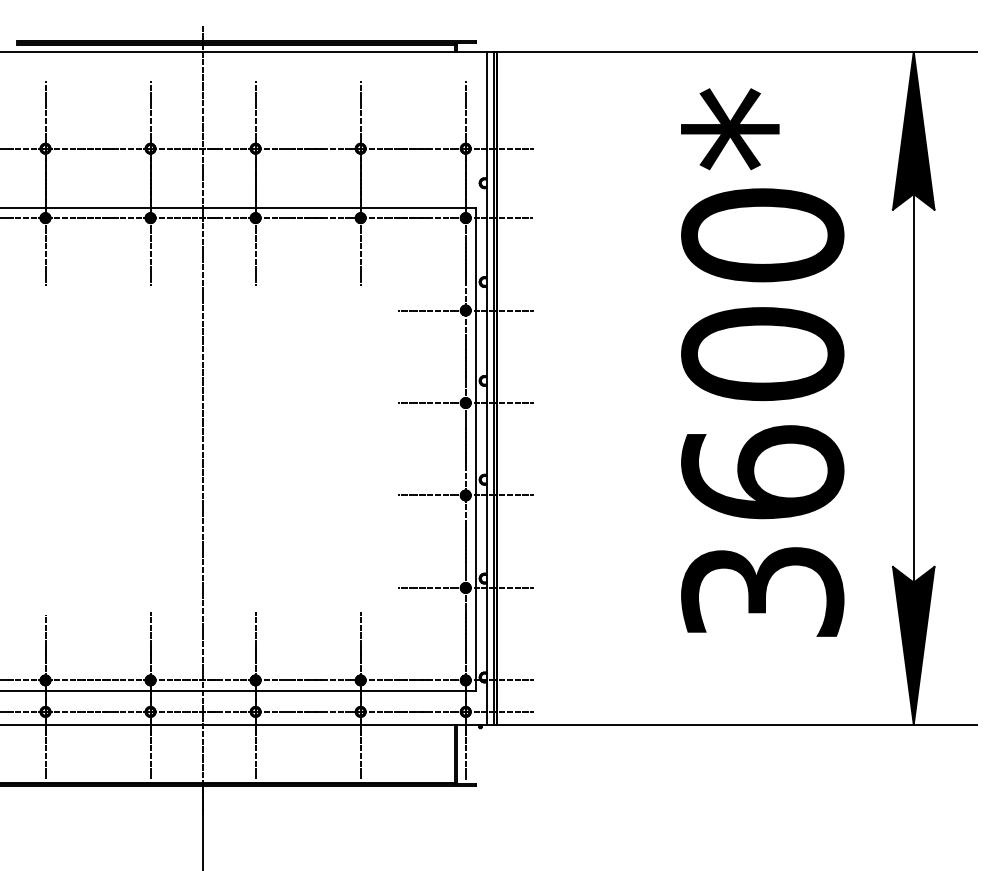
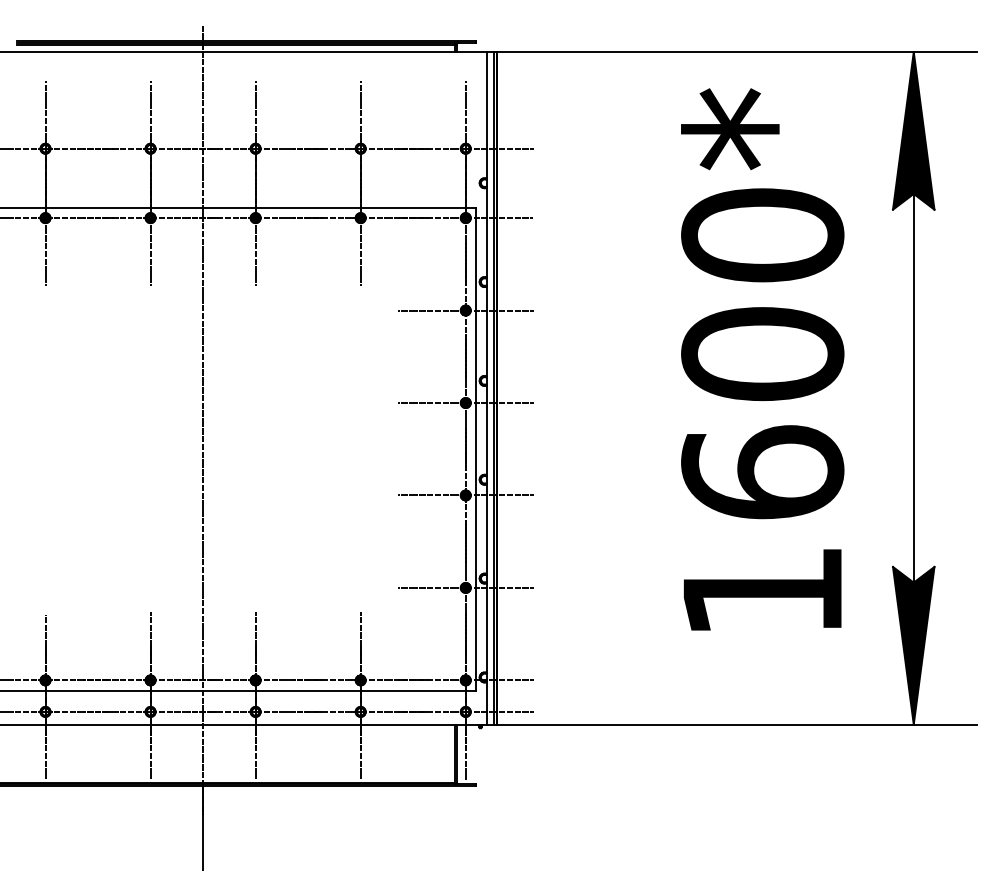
text at (762, 591): 3600* -> 1600*
